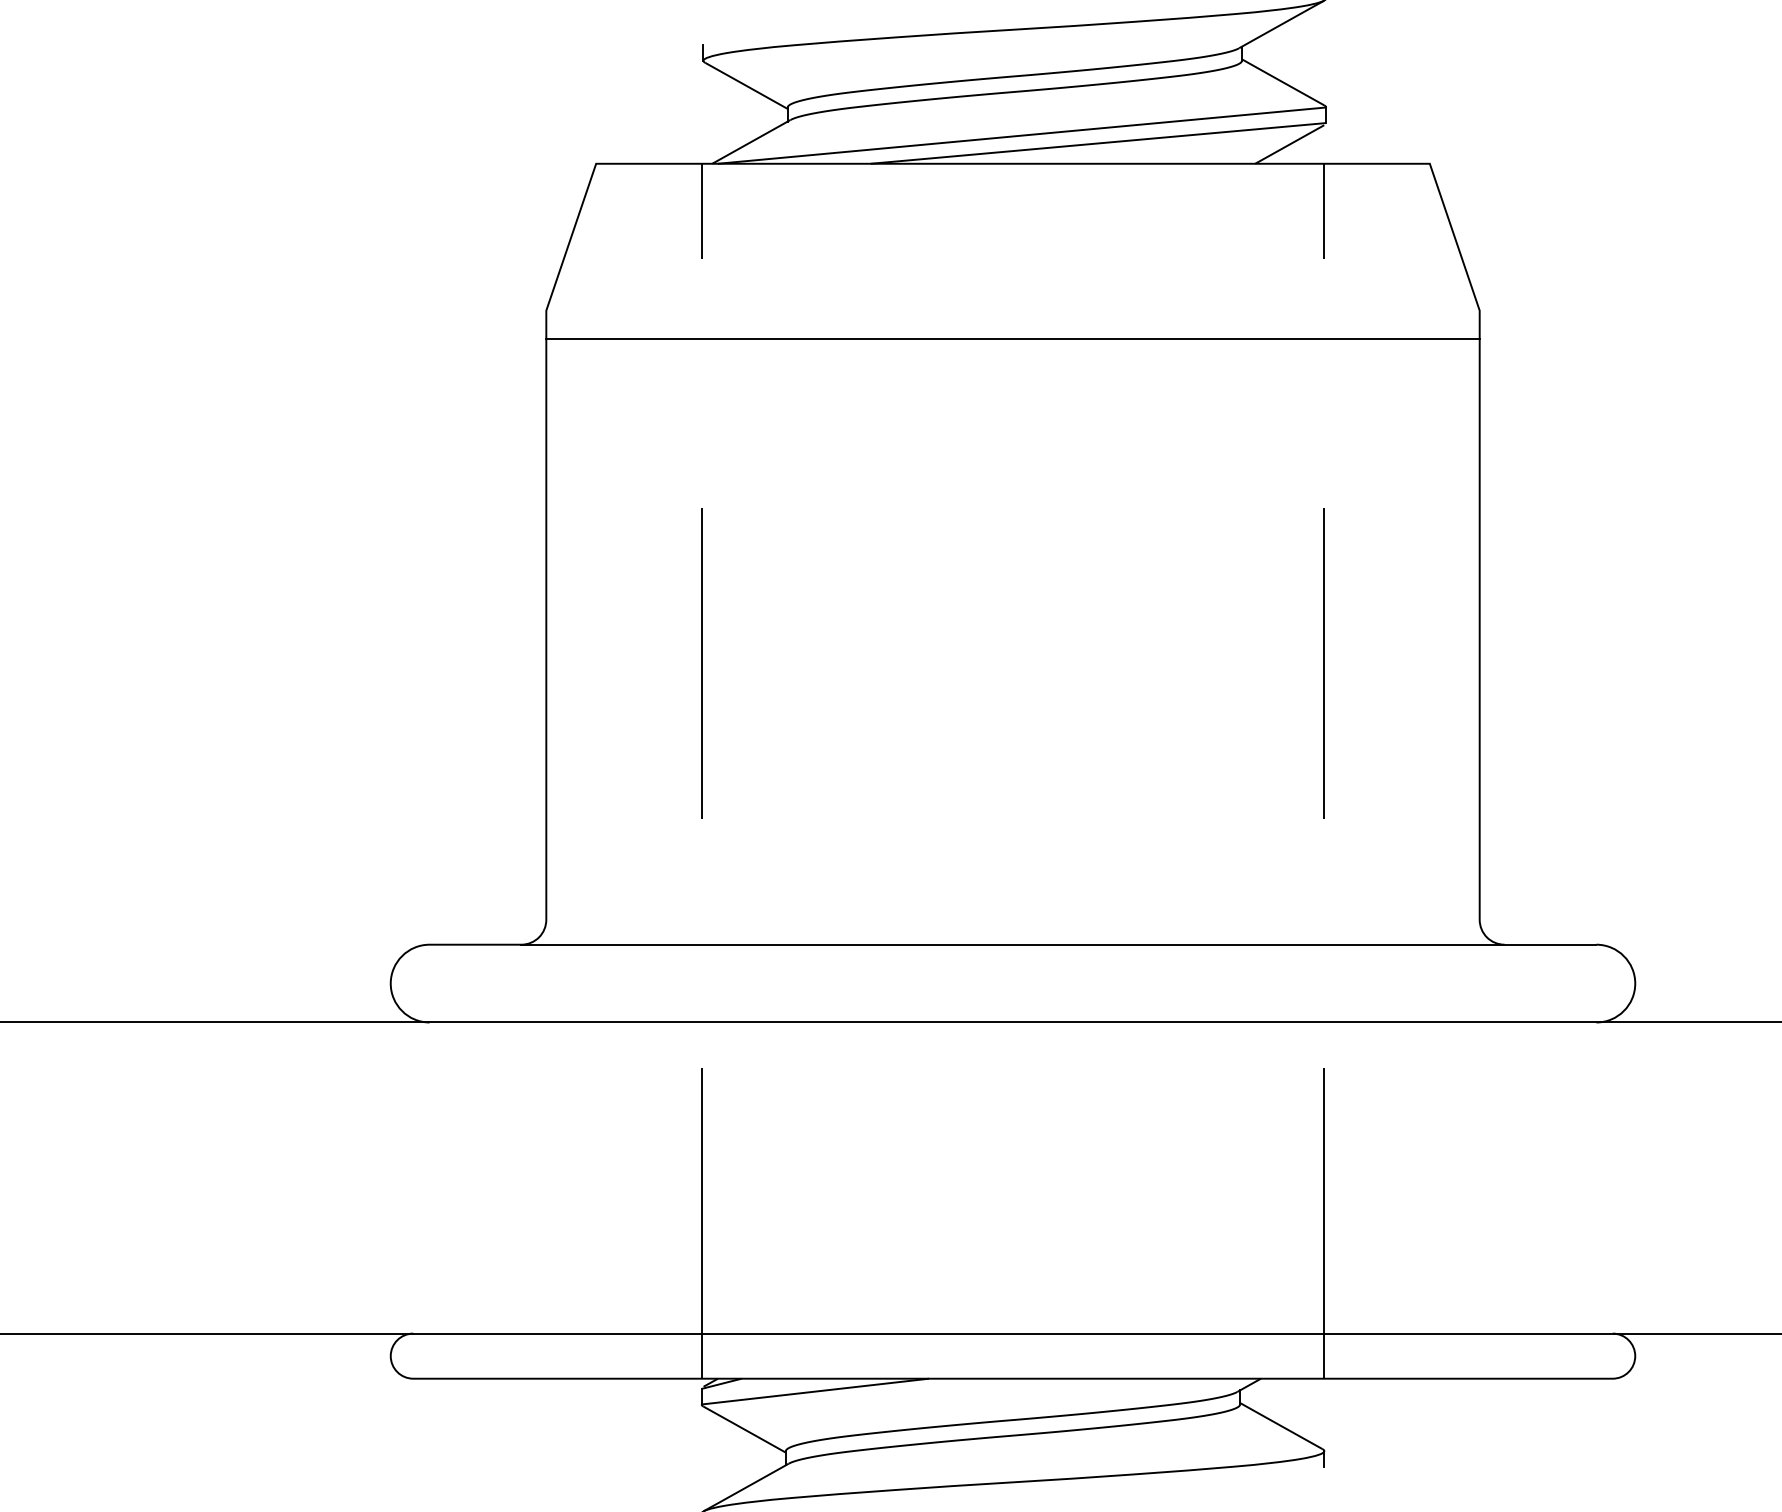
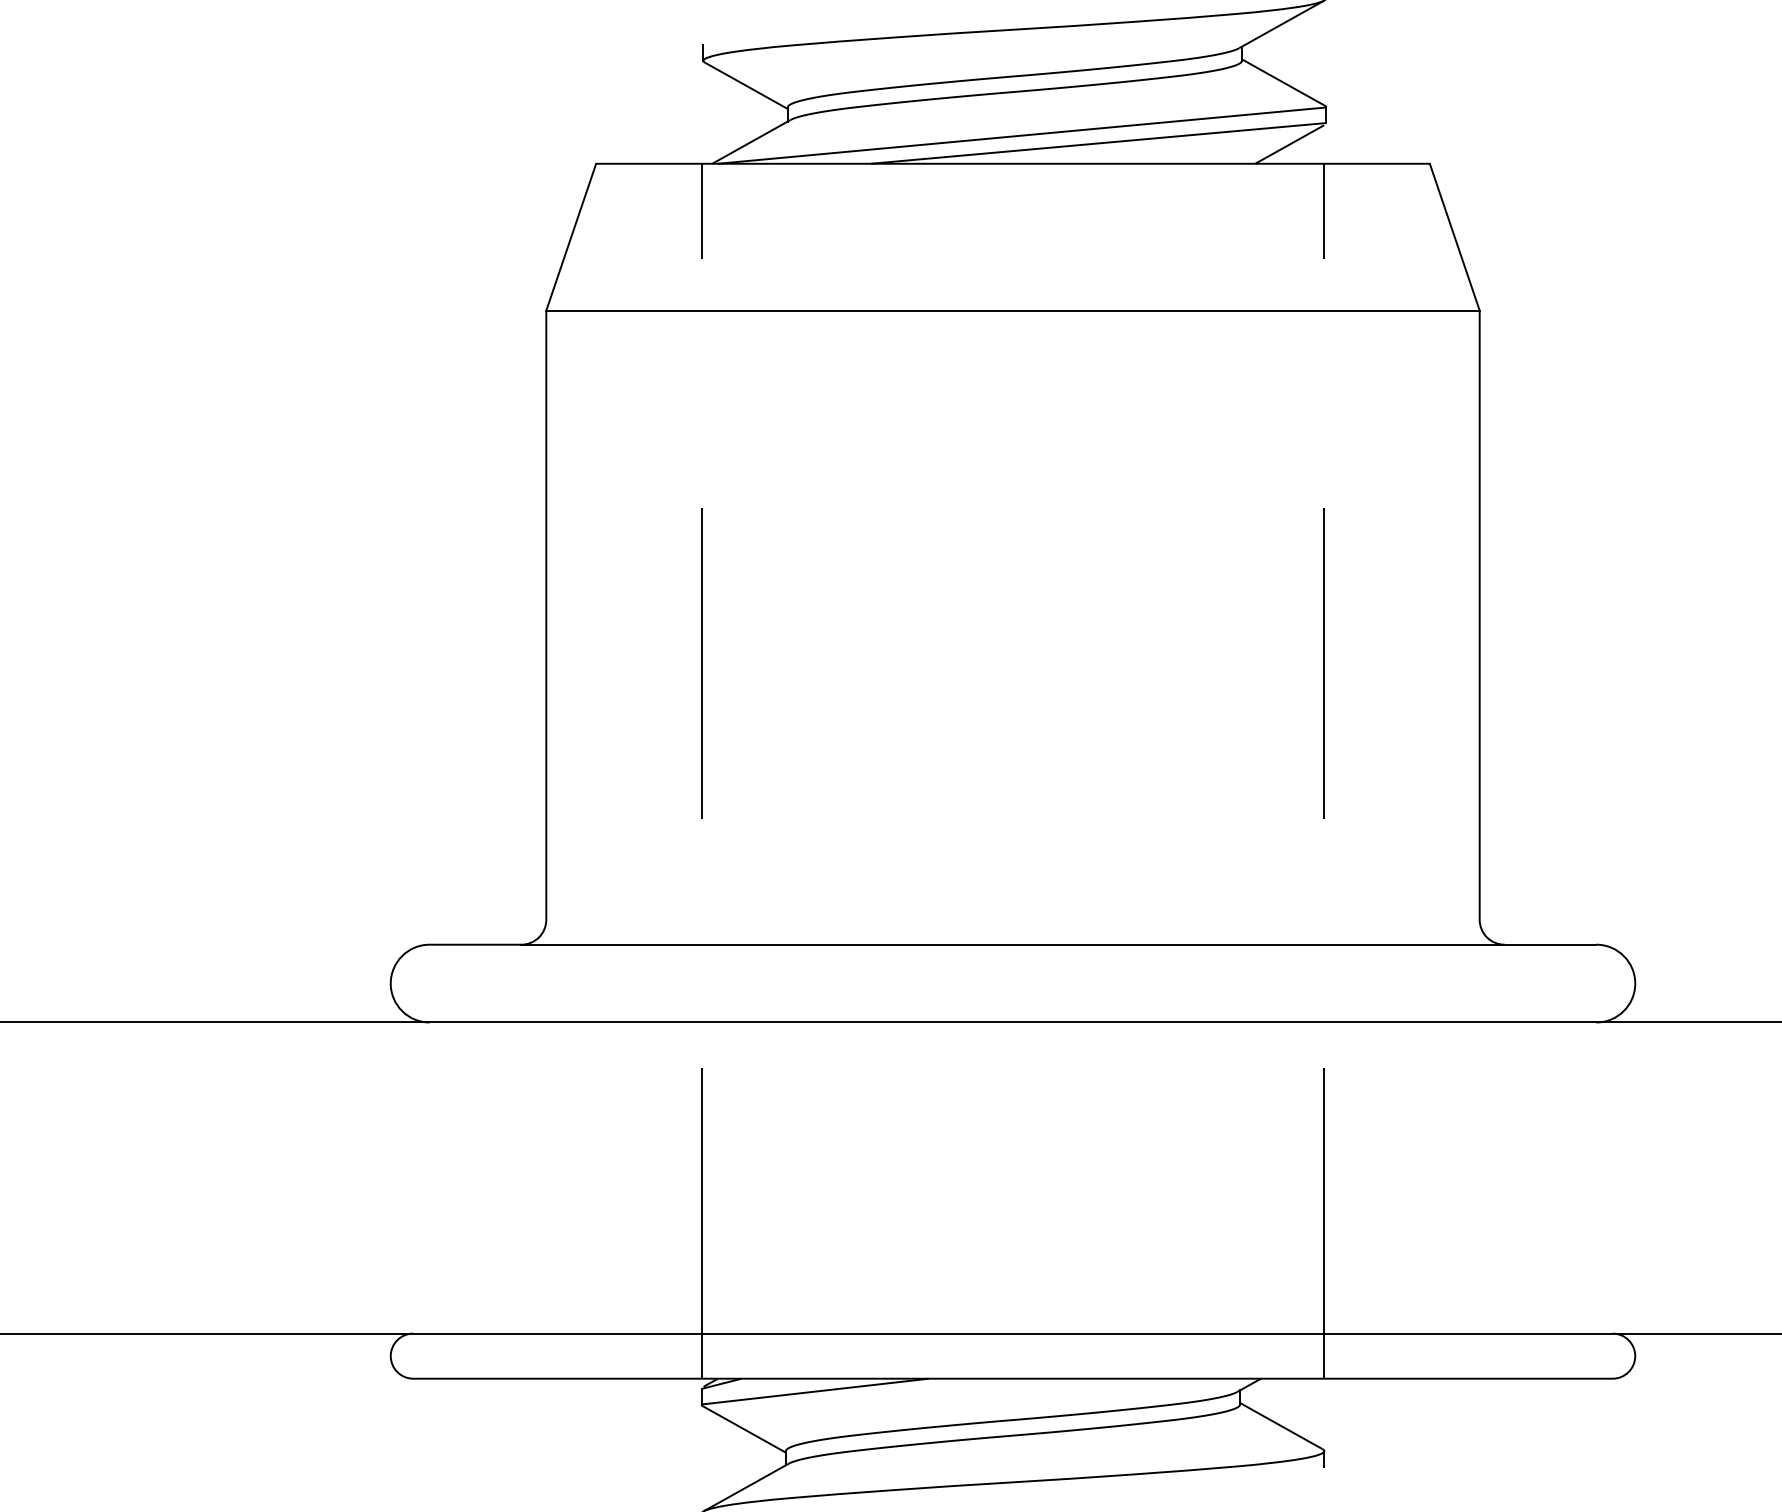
line at (1012, 338) position: (1012, 338) -> (1012, 310)
